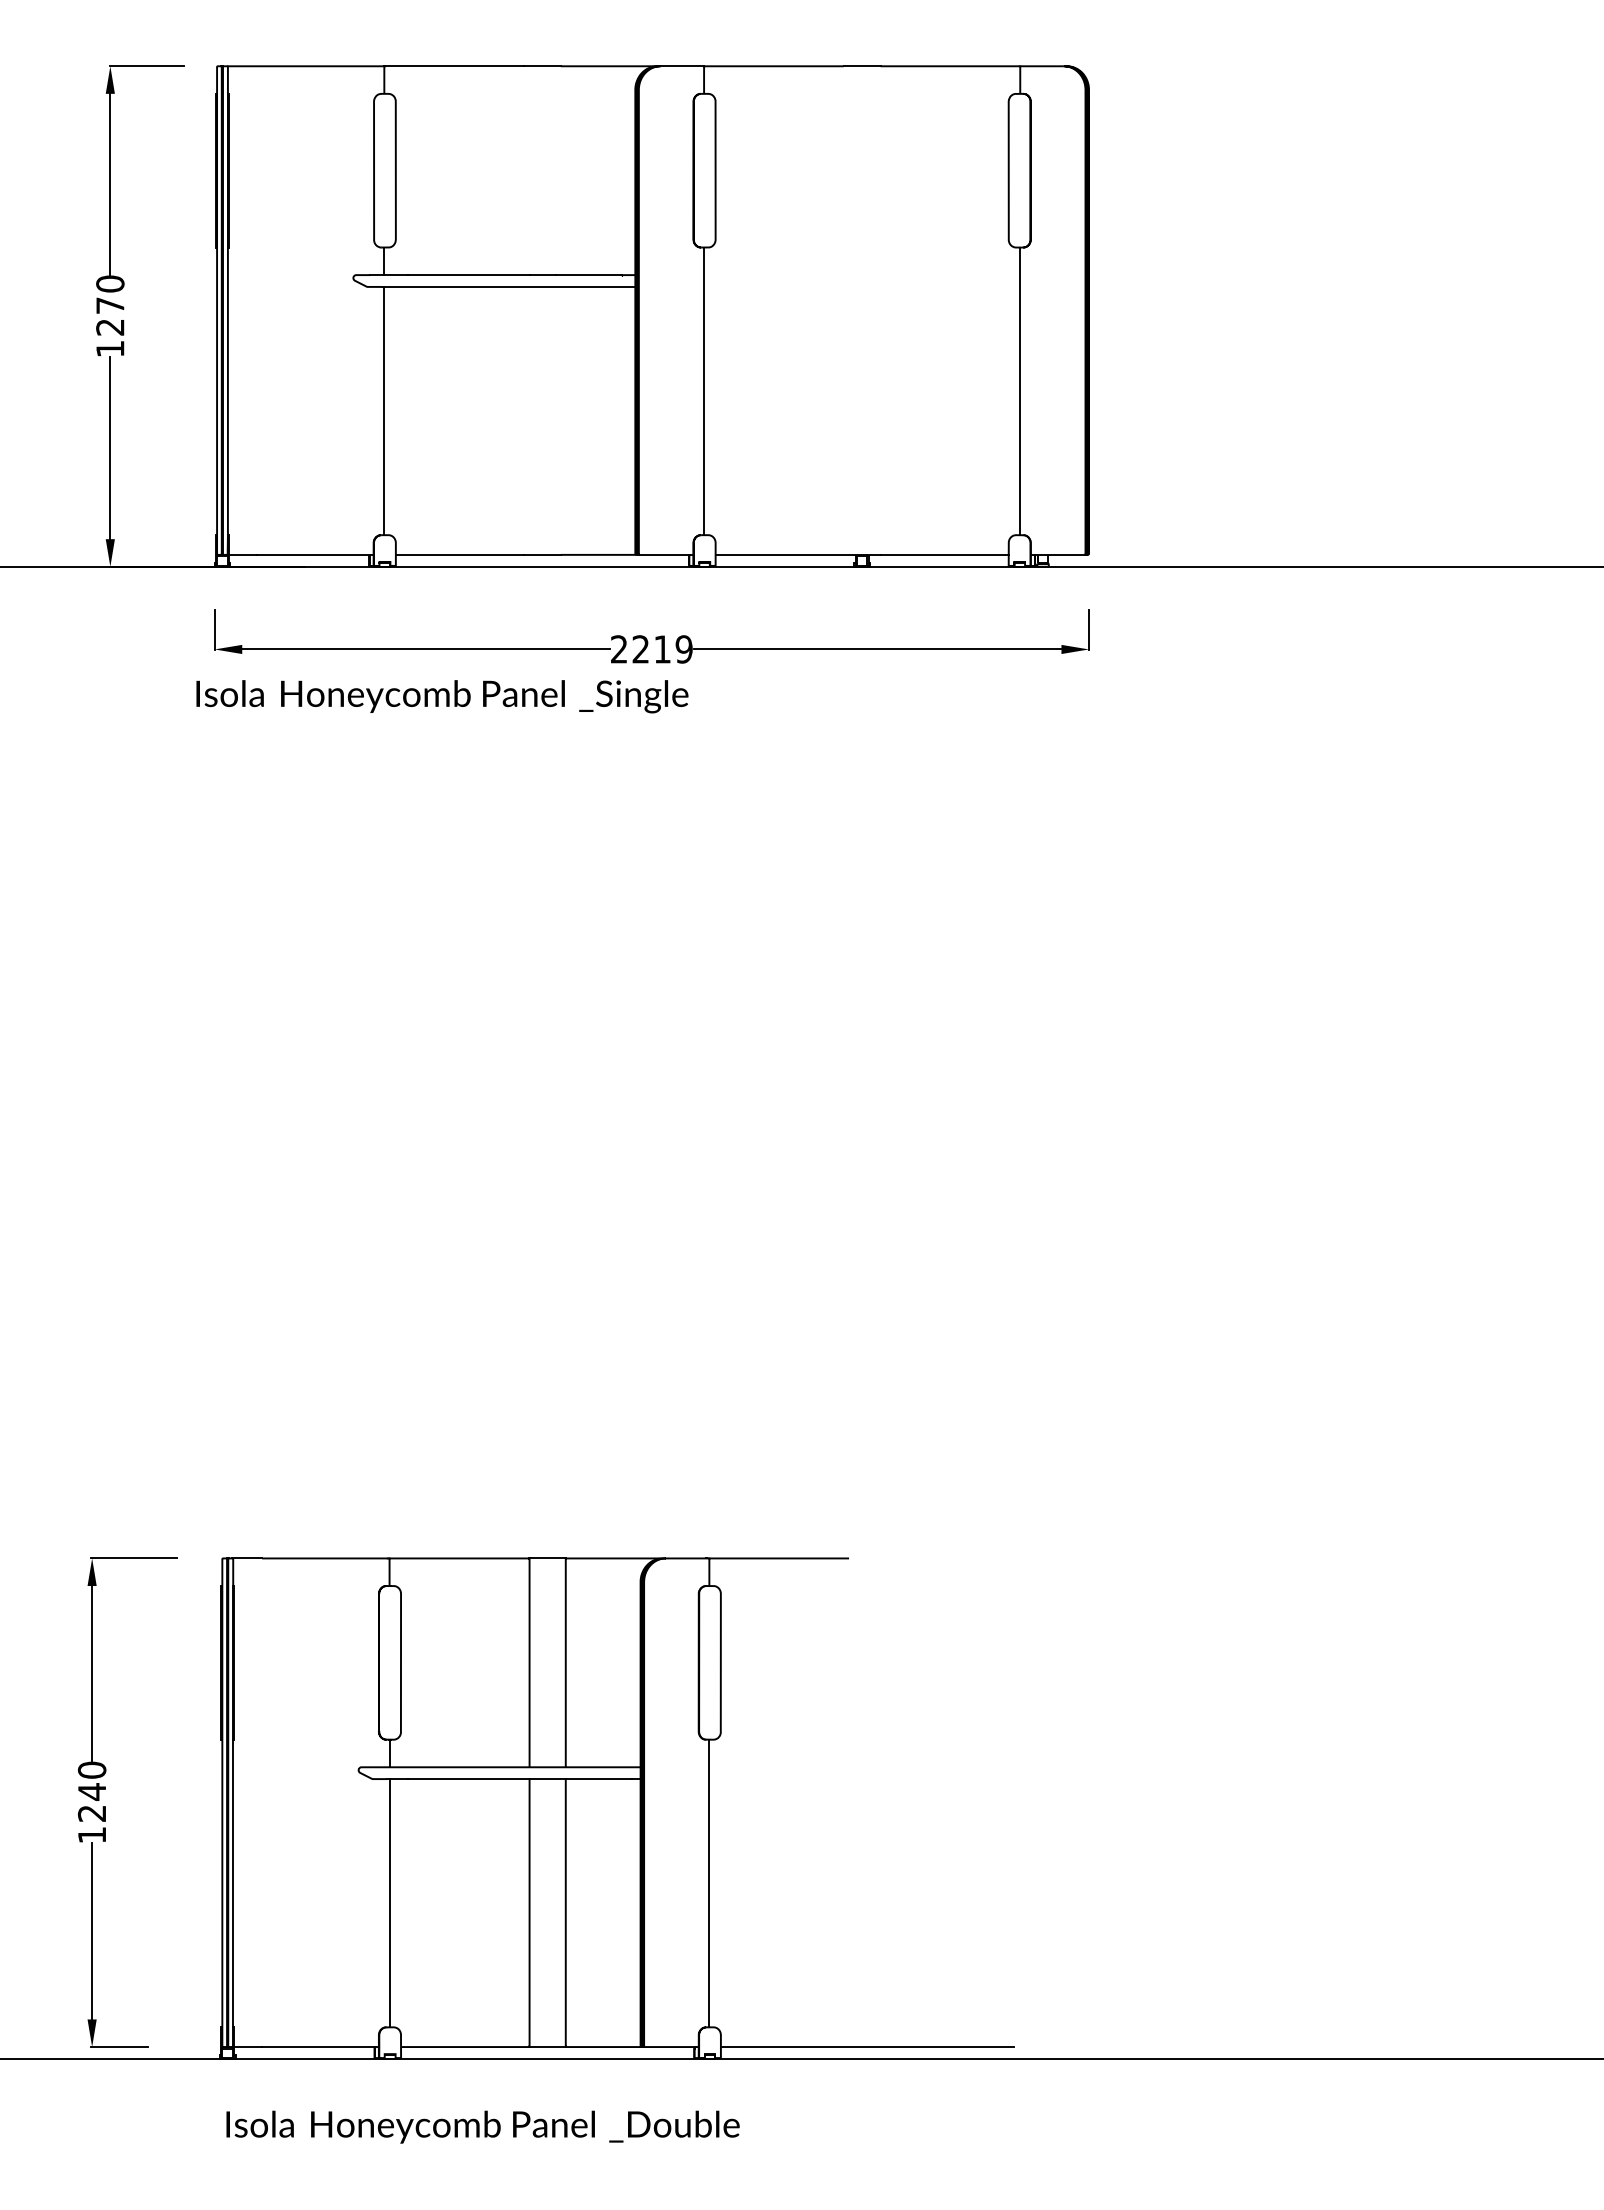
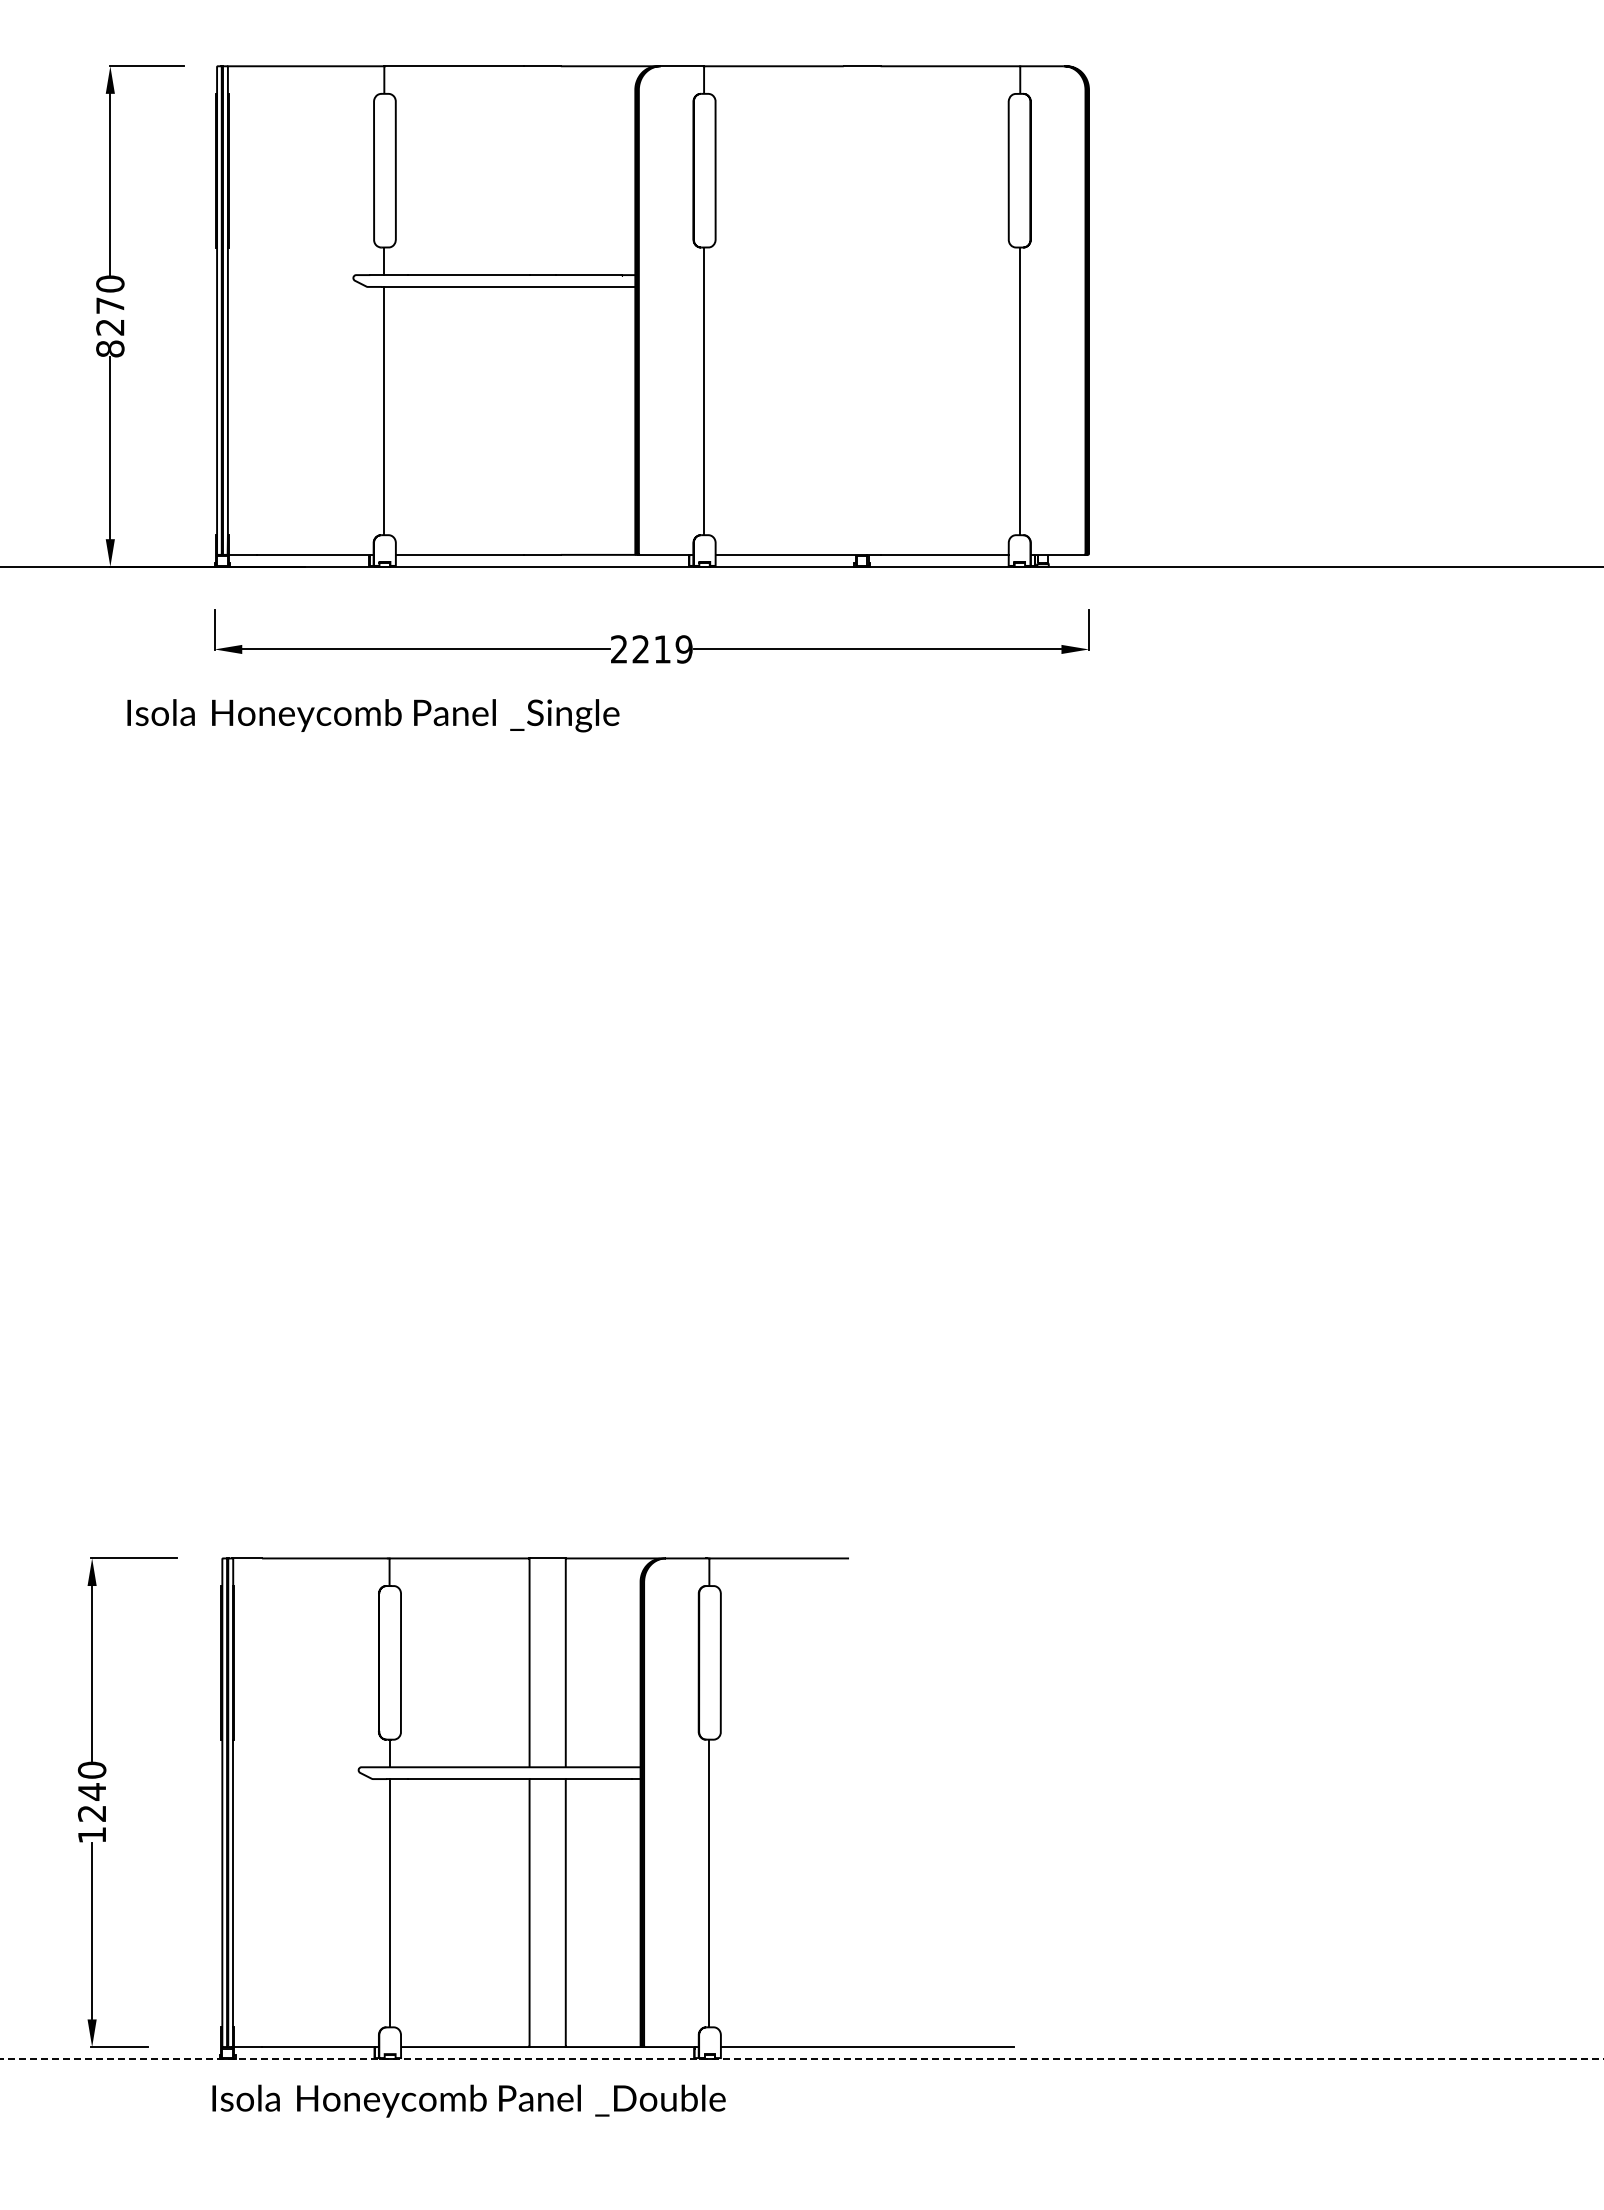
text at (110, 348): 1270 -> 8270
text at (442, 696) position: (442, 696) -> (373, 715)
line at (802, 2058): solid -> dashed
text at (482, 2126) position: (482, 2126) -> (468, 2100)
